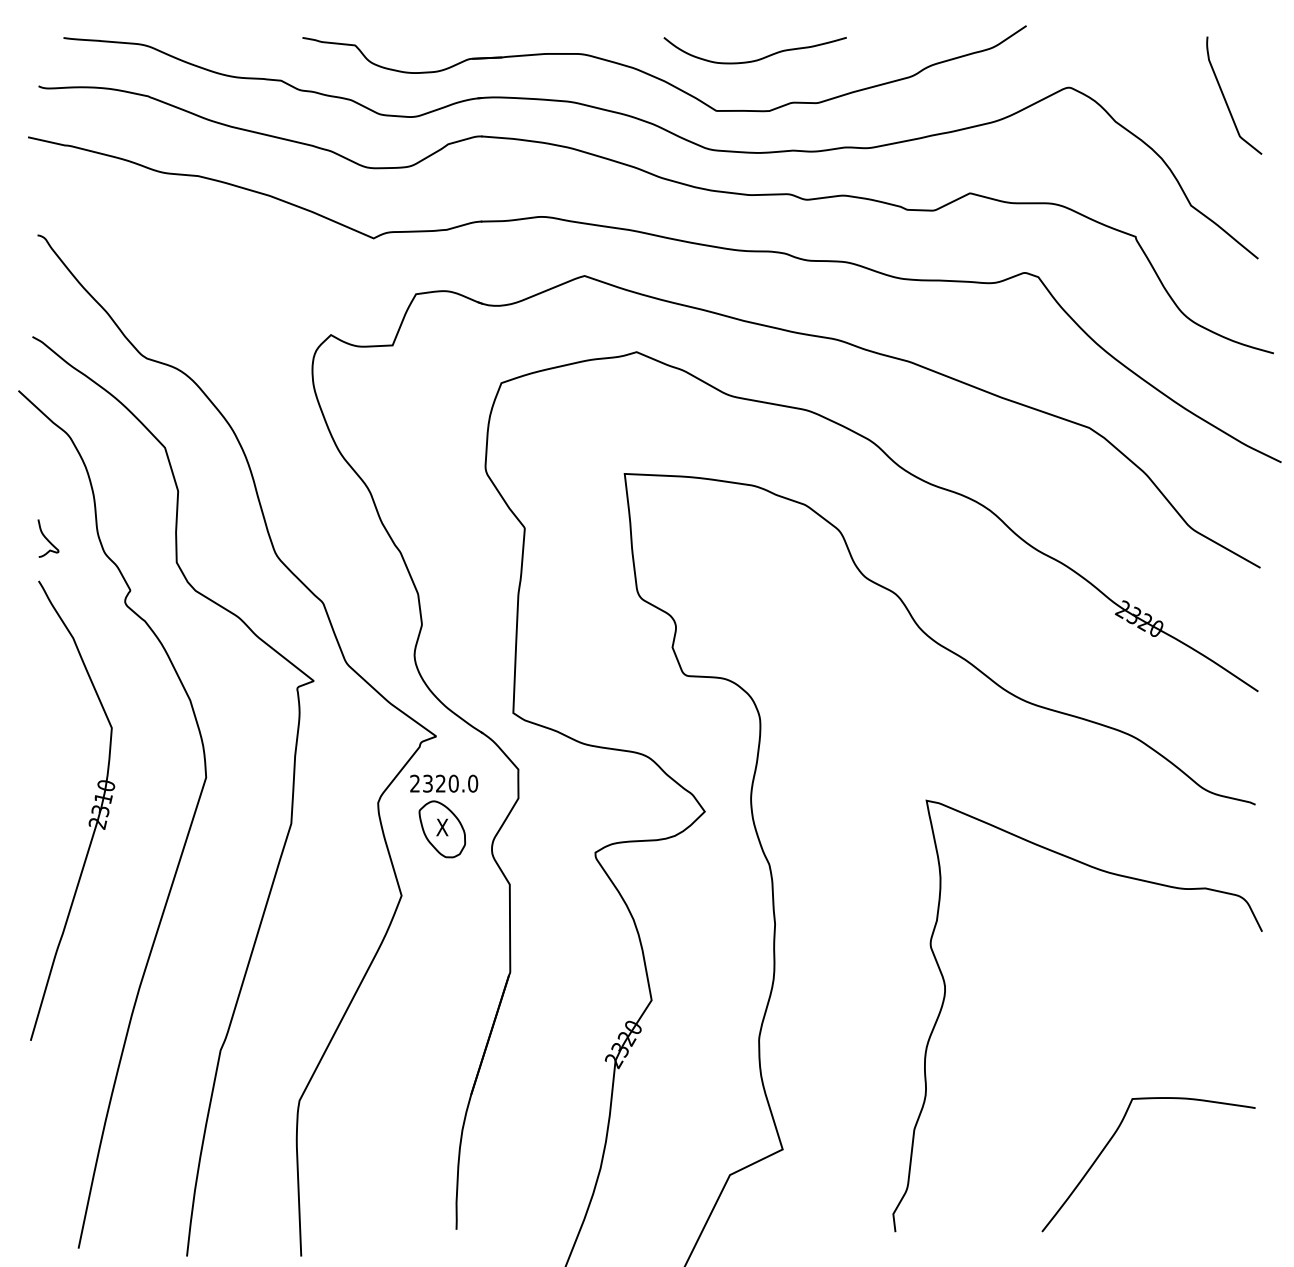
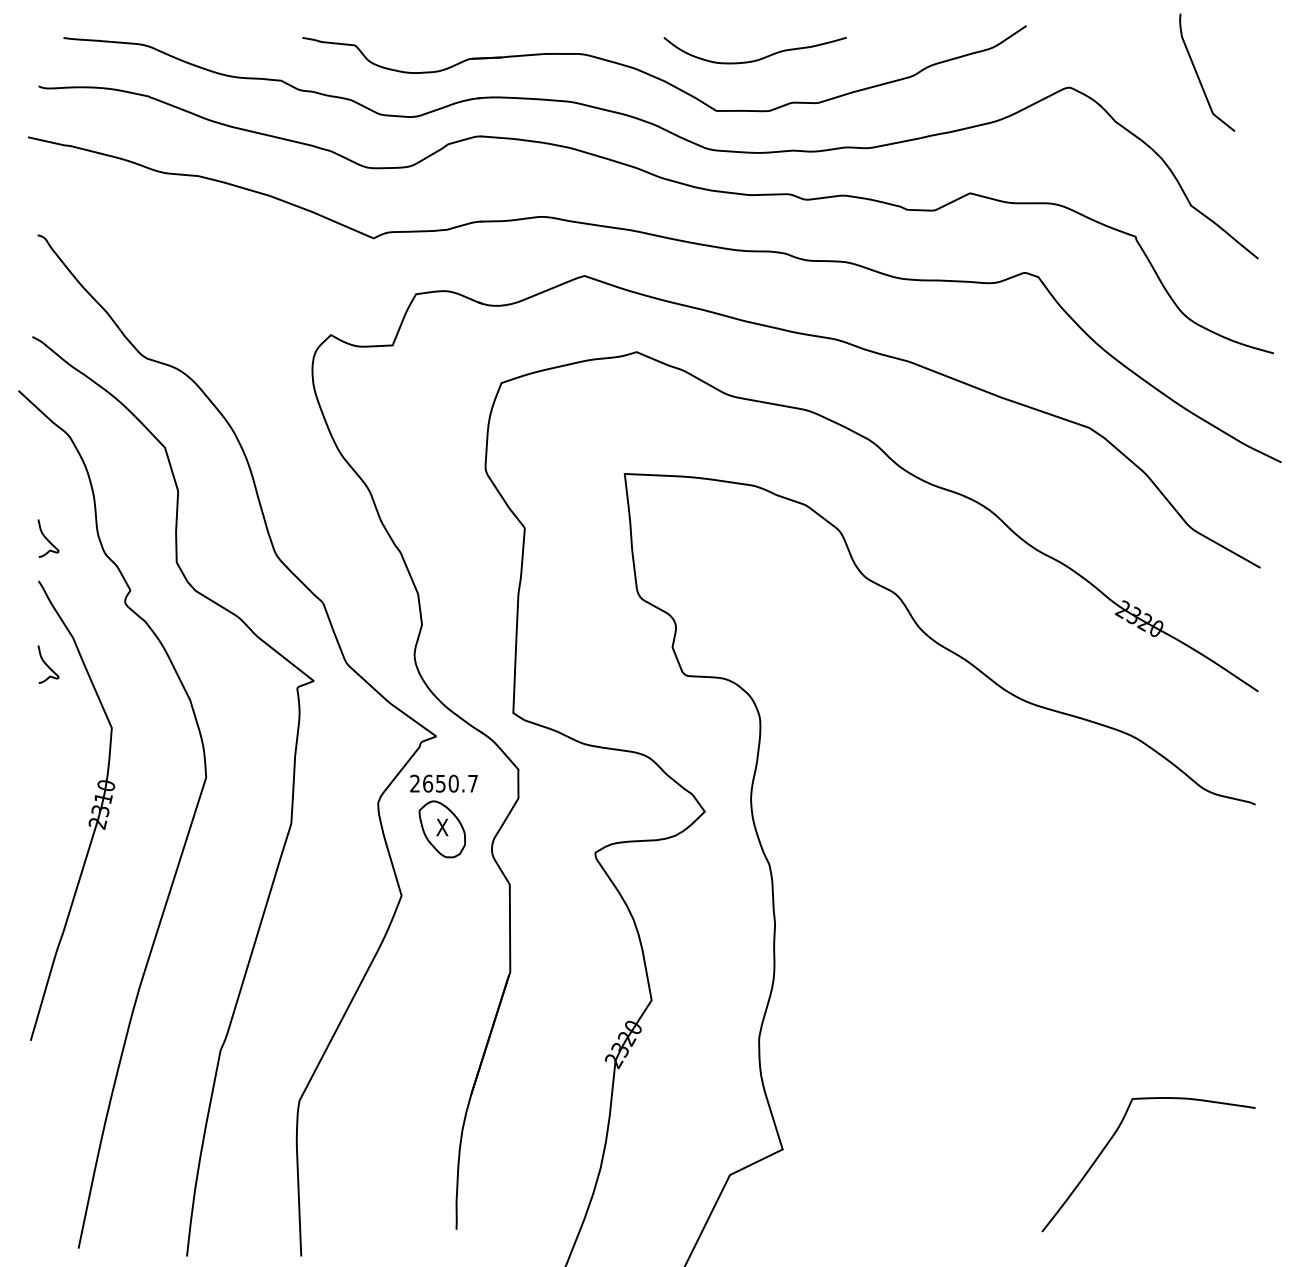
curve at (1225, 97) position: (1225, 97) -> (1198, 74)
curve at (47, 664): none -> present
text at (450, 783): 2320.0 -> 2650.7
curve at (945, 997): present -> none
